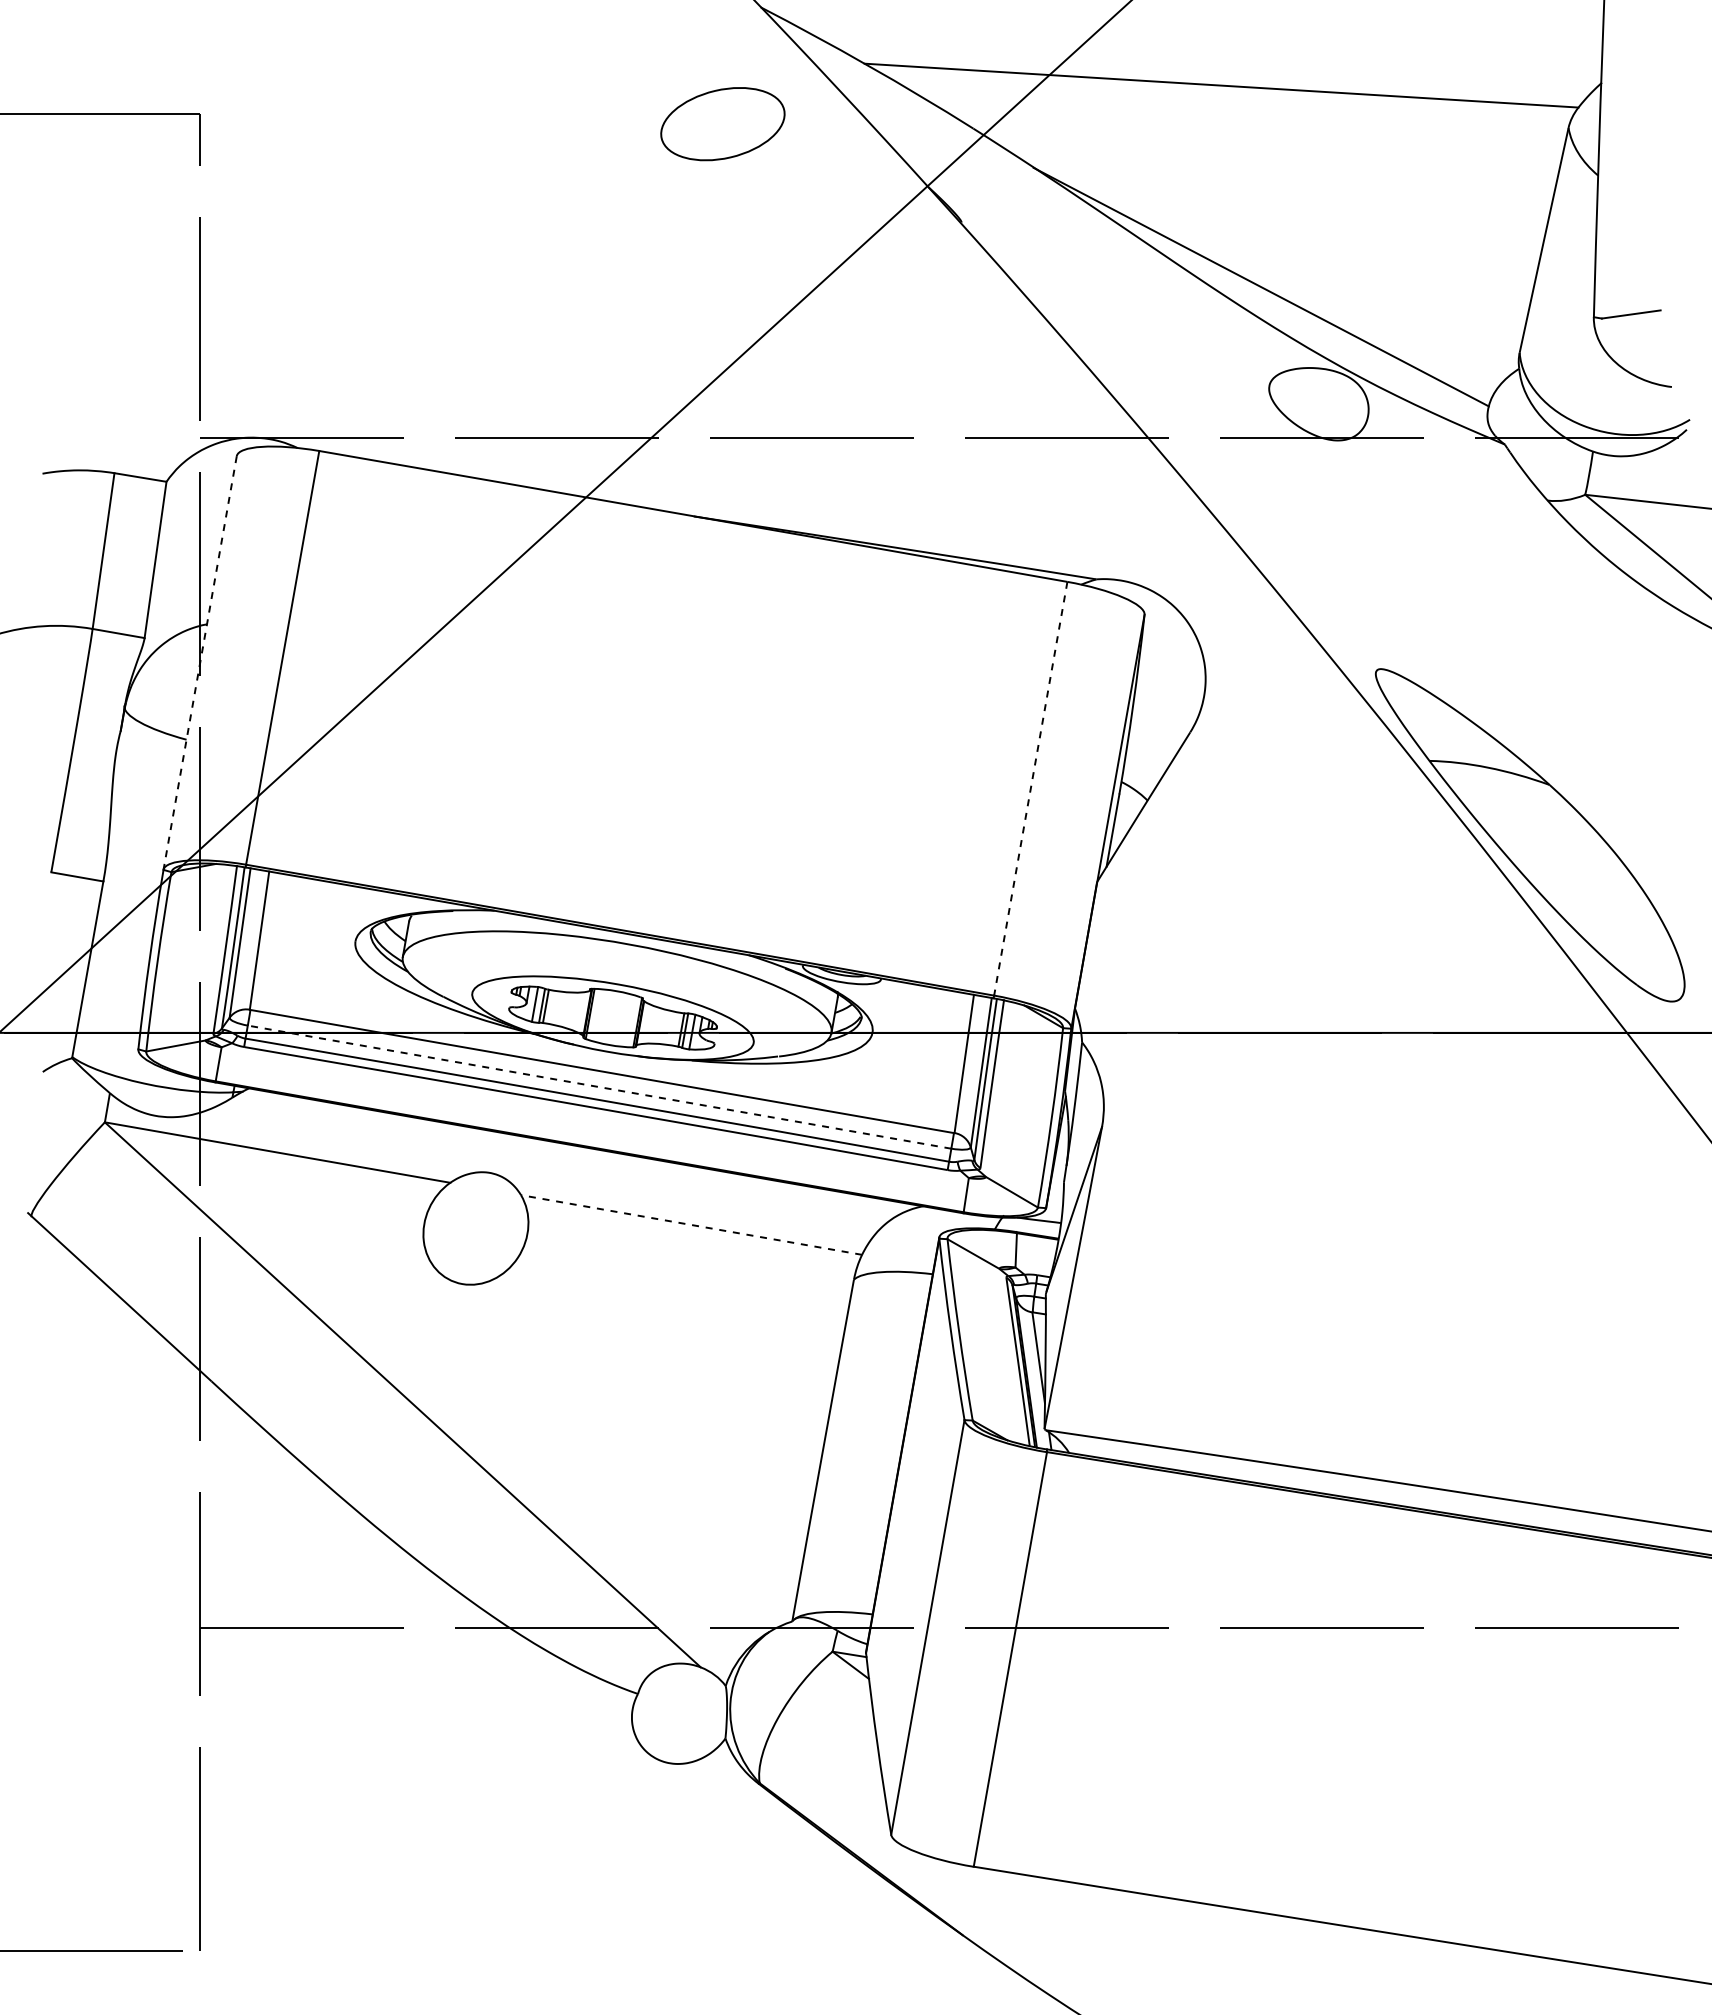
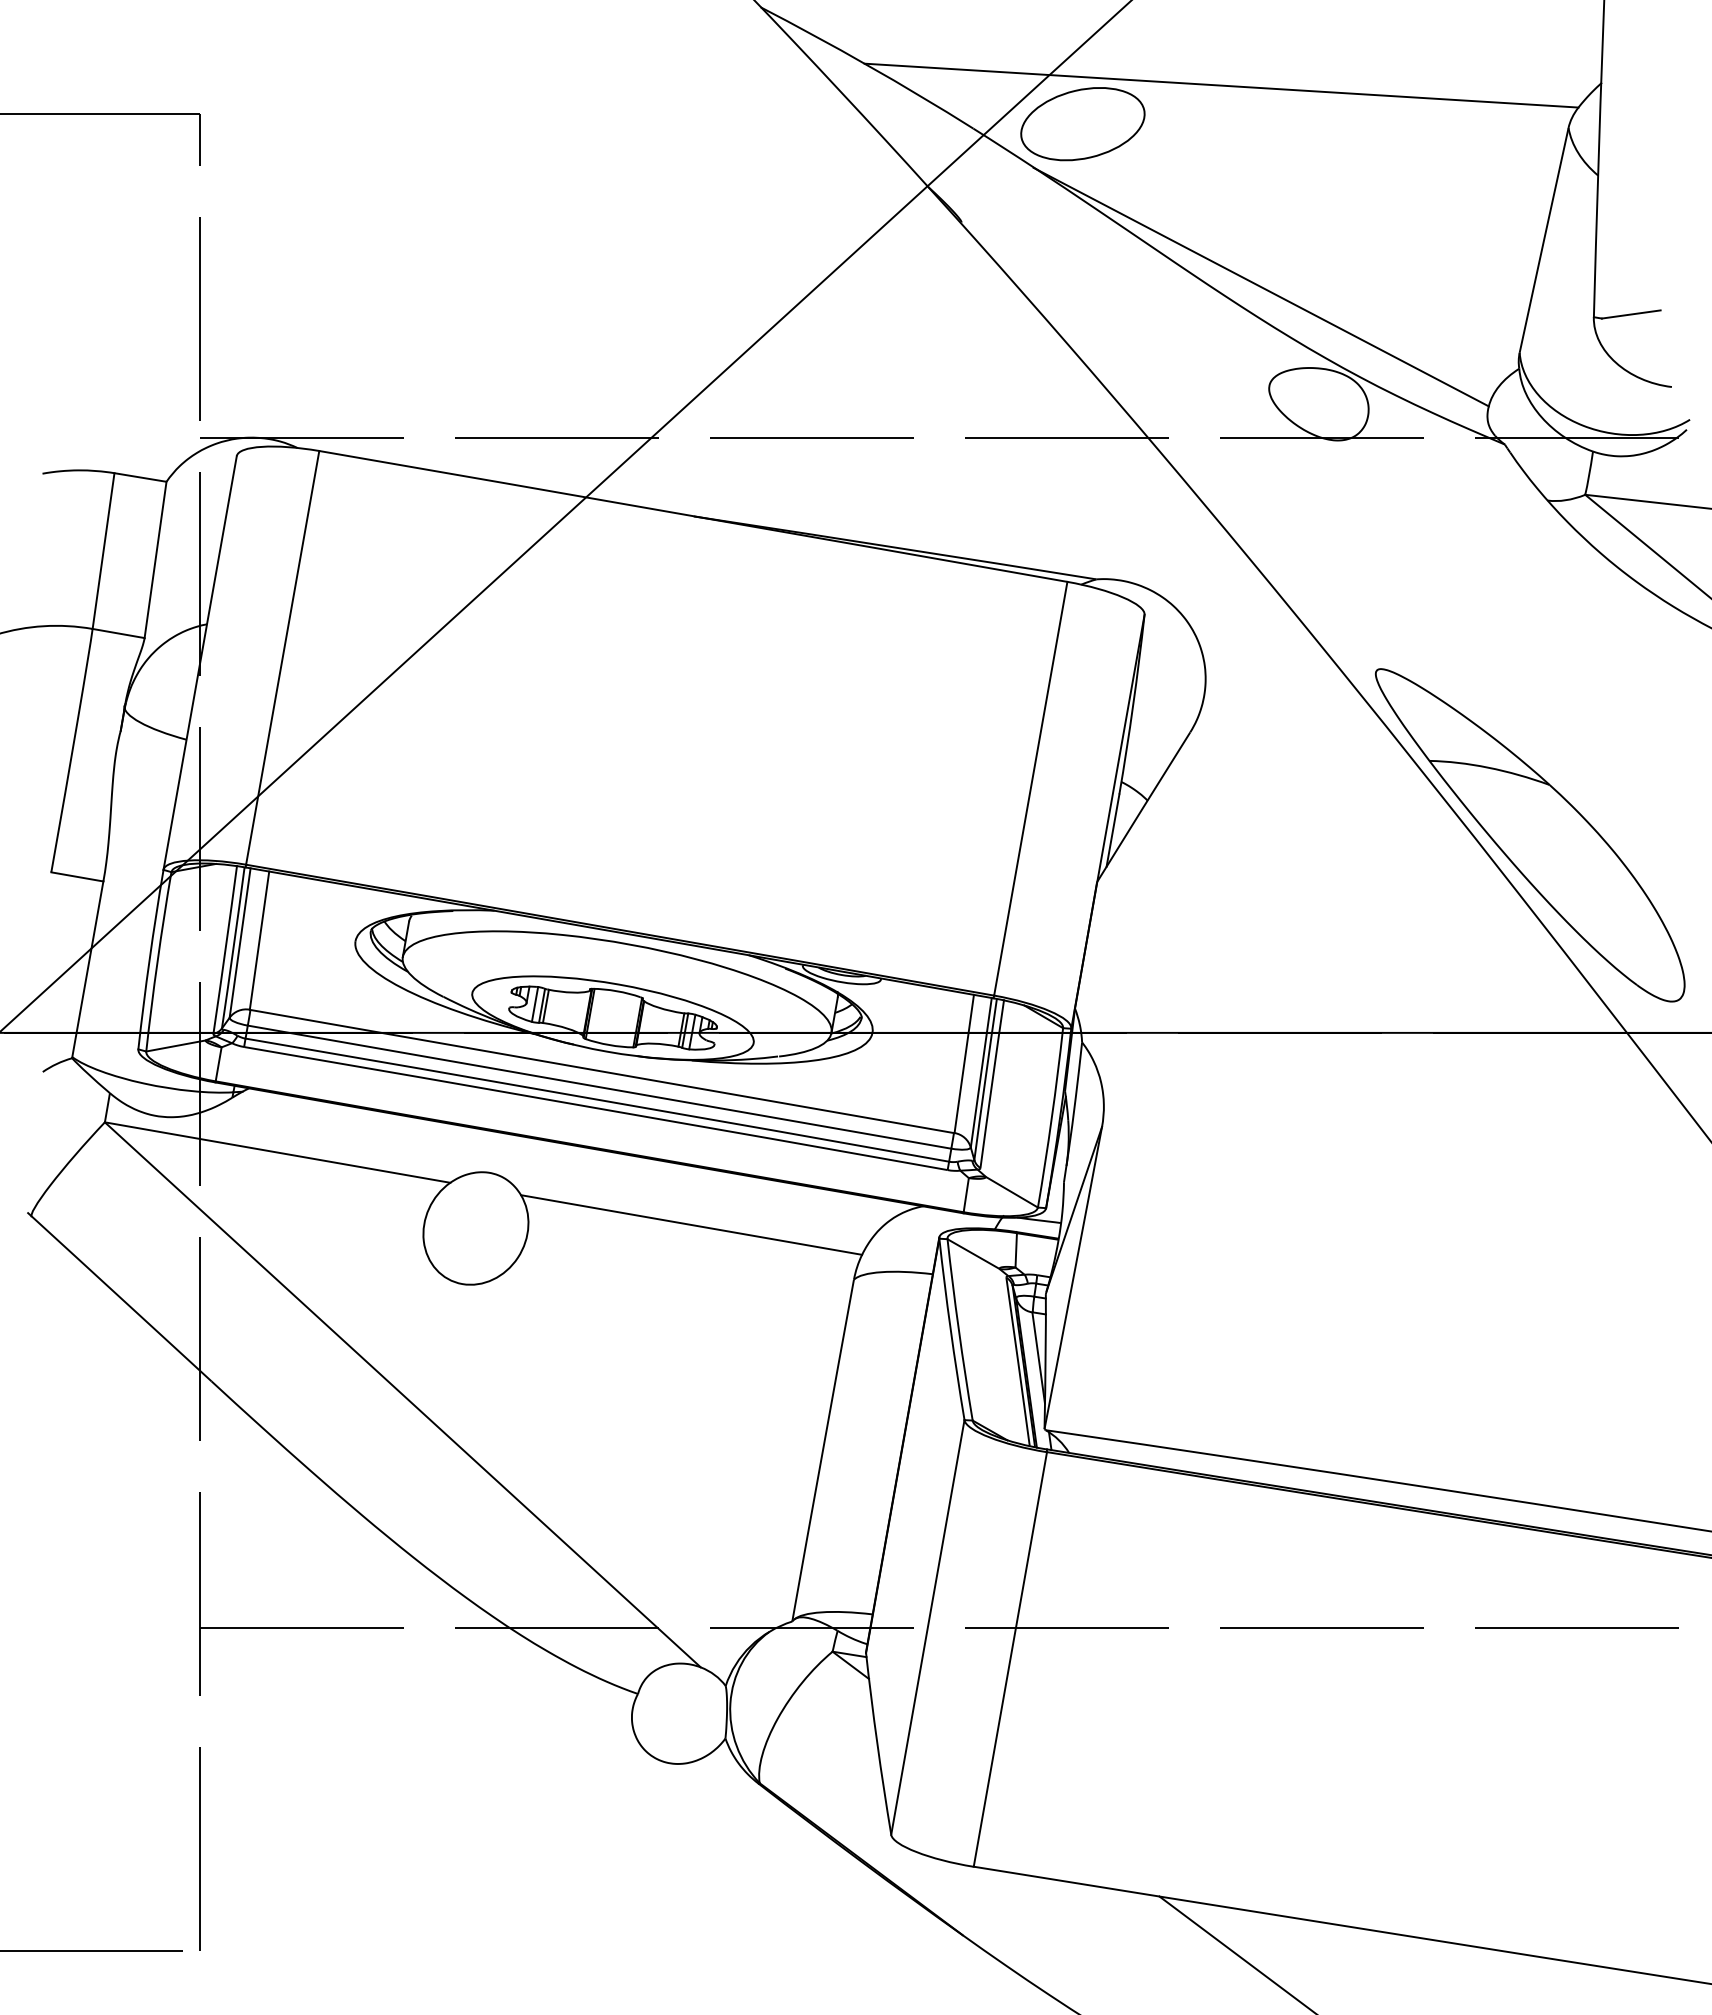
part at (722, 124) position: (722, 124) -> (1082, 124)
line at (200, 663): dashed -> solid
line at (1030, 789): dashed -> solid
line at (599, 1087): dashed -> solid
line at (691, 1224): dashed -> solid
line at (1236, 1953): none -> present
